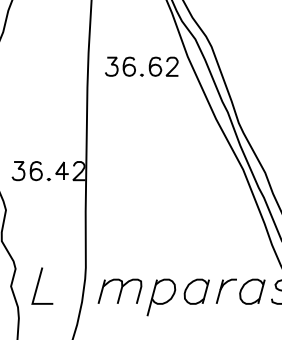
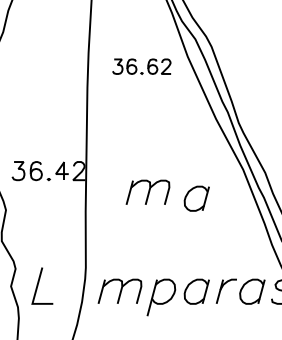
part at (141, 66) size: 74x21 px -> 60x17 px
part at (147, 191): none -> present
part at (196, 198): none -> present
